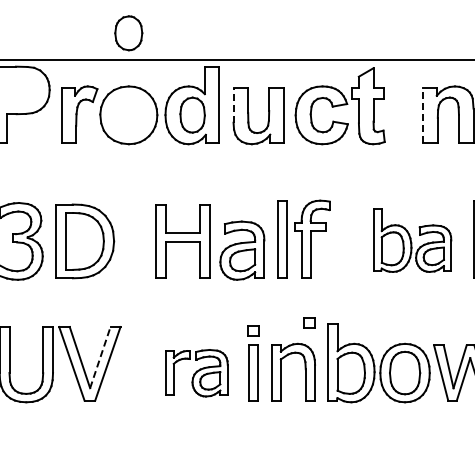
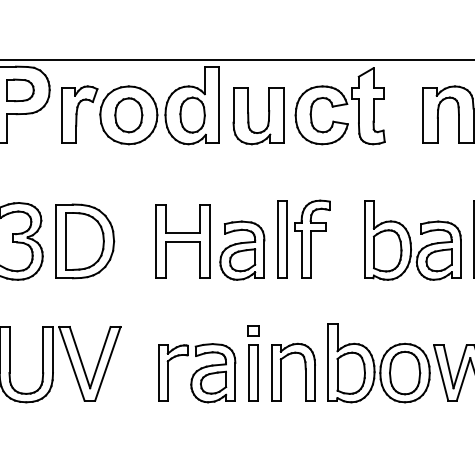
part at (128, 33) position: (128, 33) -> (128, 115)
part at (20, 90): none -> present
line at (233, 104): dashed -> solid
line at (423, 115): dashed -> solid
part at (412, 240) size: 80x65 px -> 98x81 px
part at (309, 322): present -> none
line at (100, 357): dashed -> solid
part at (196, 373) size: 64x49 px -> 79x61 px
